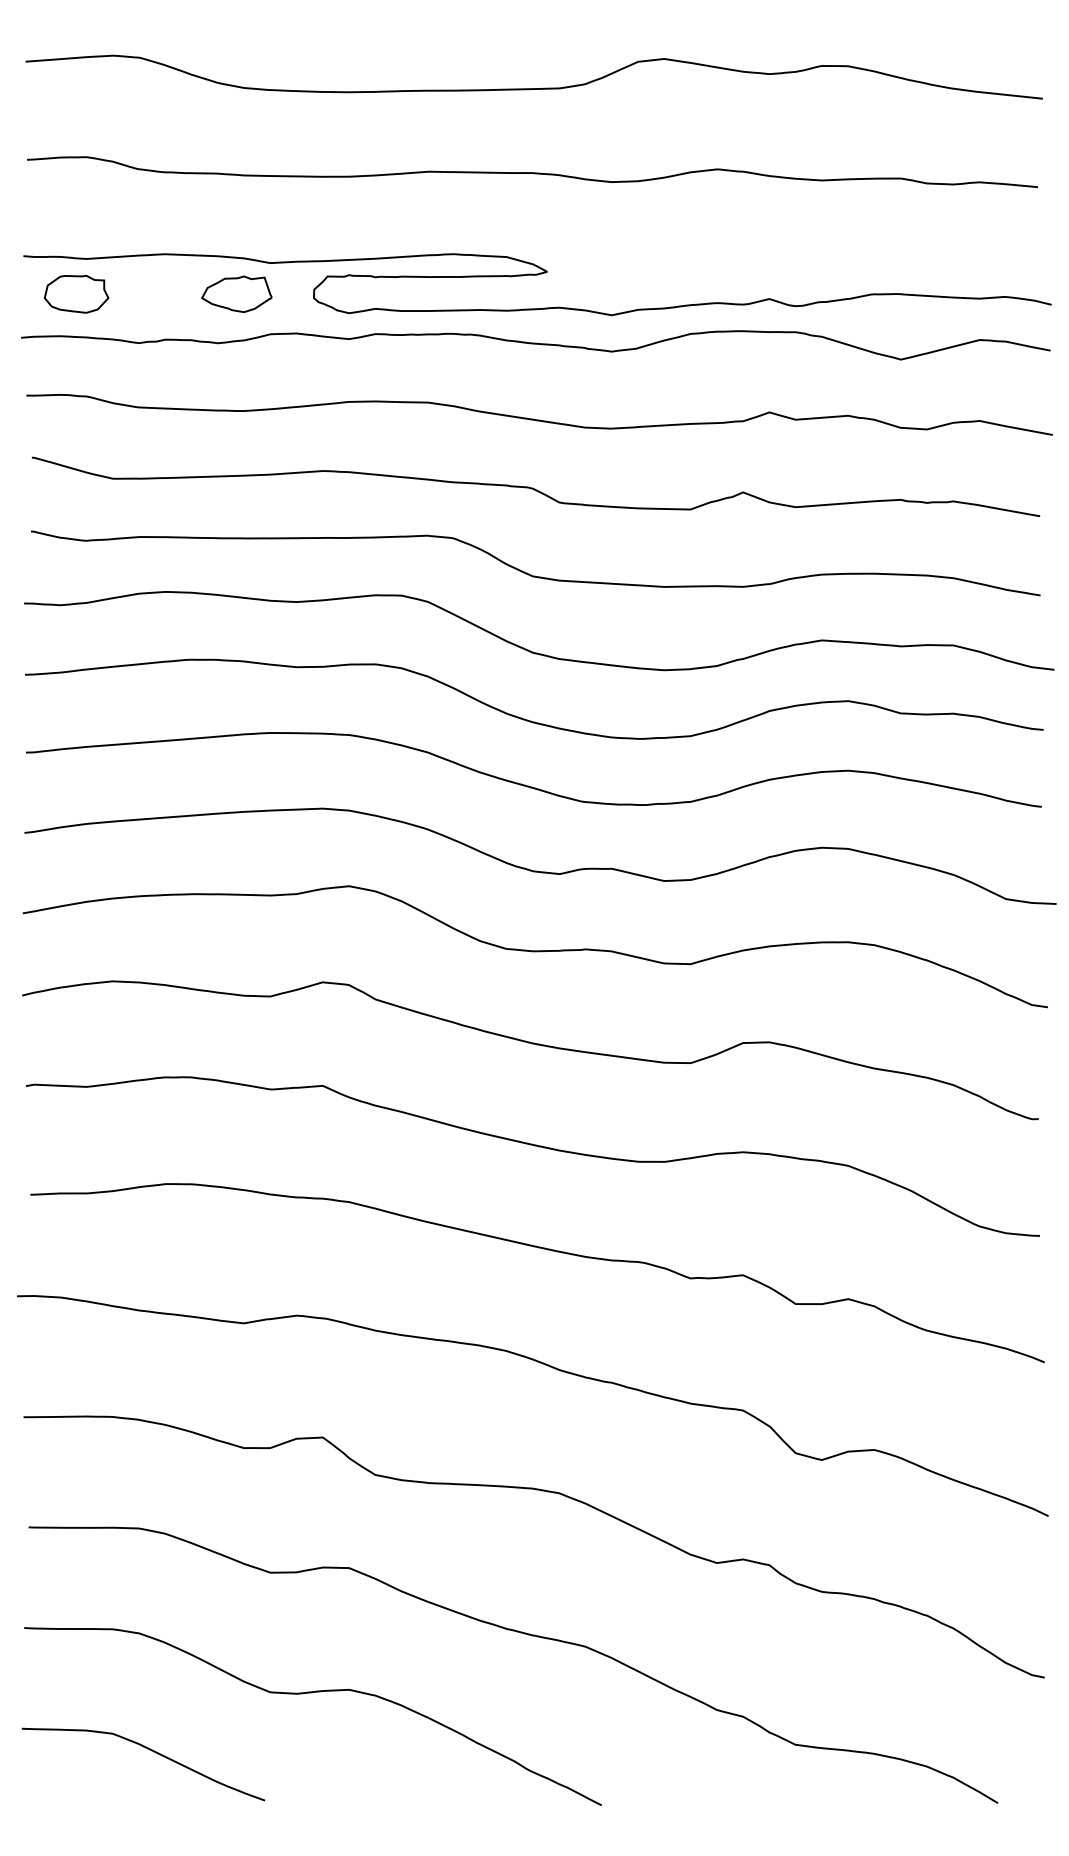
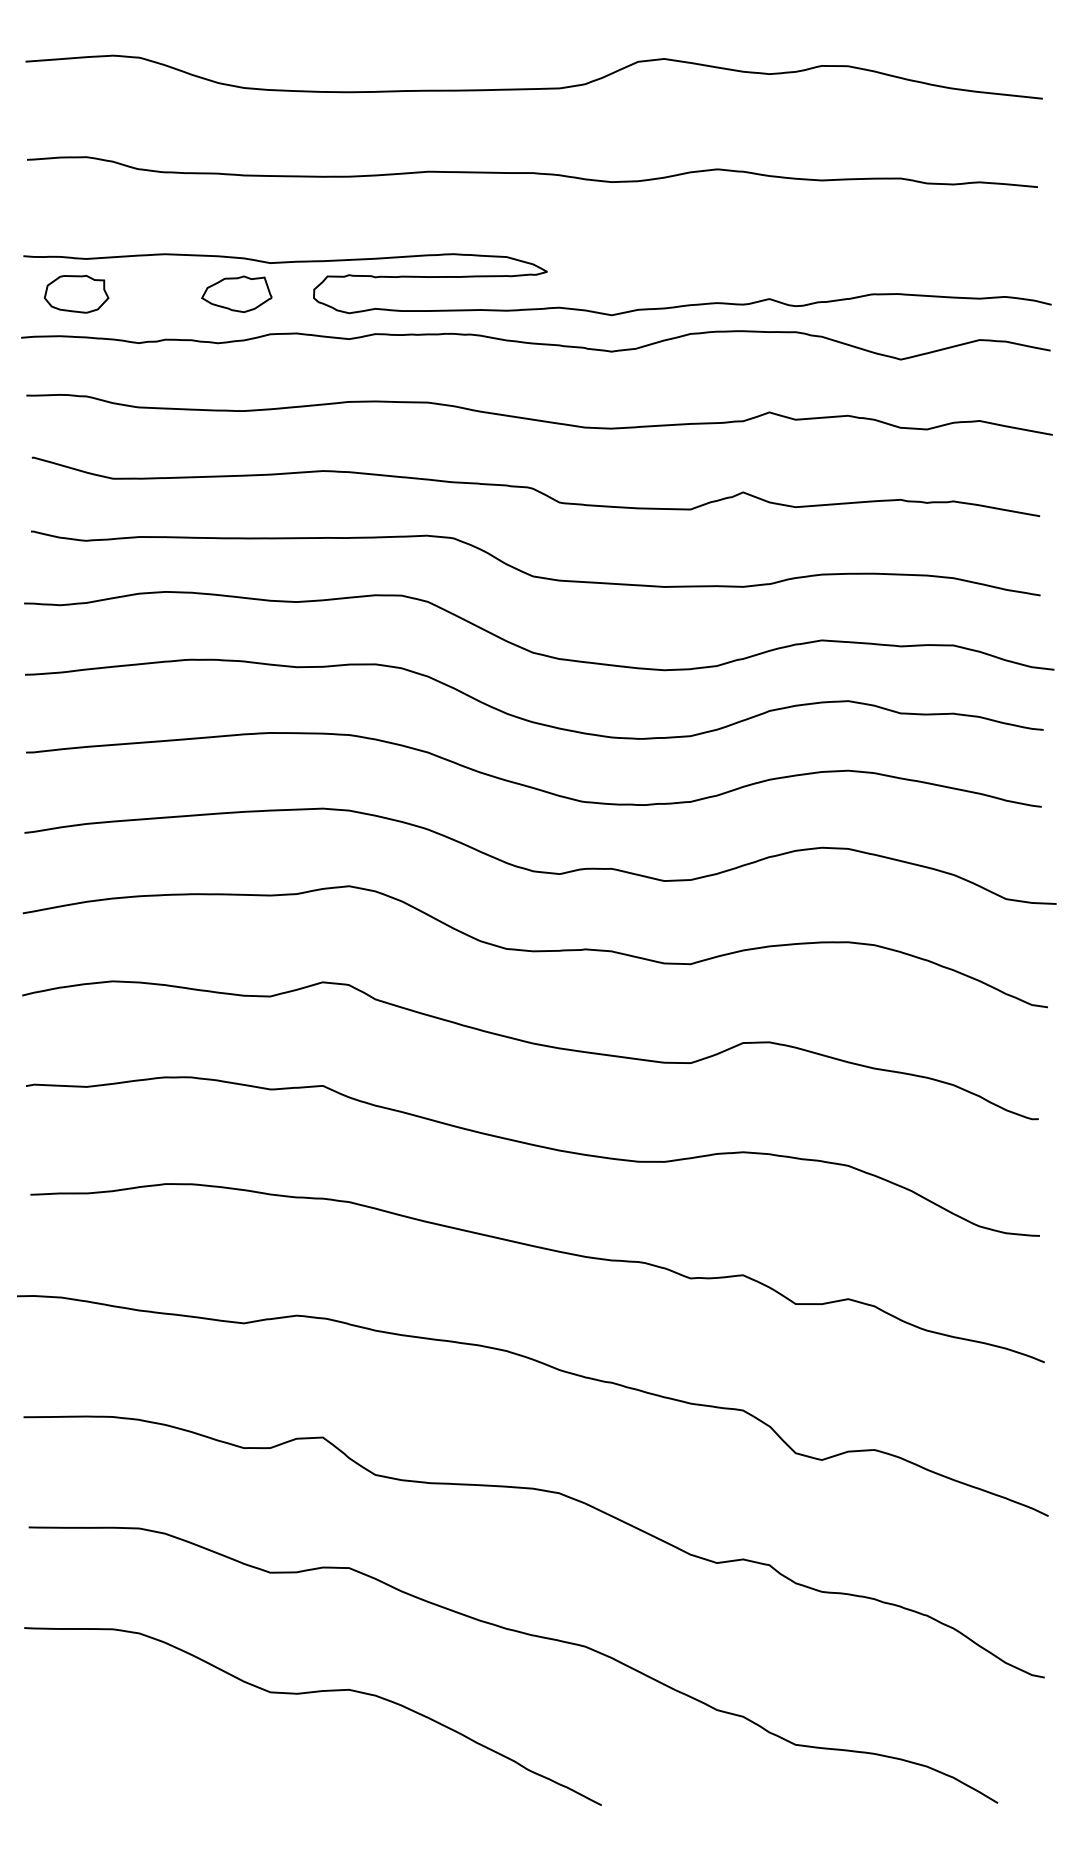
curve at (149, 1750): present -> none
